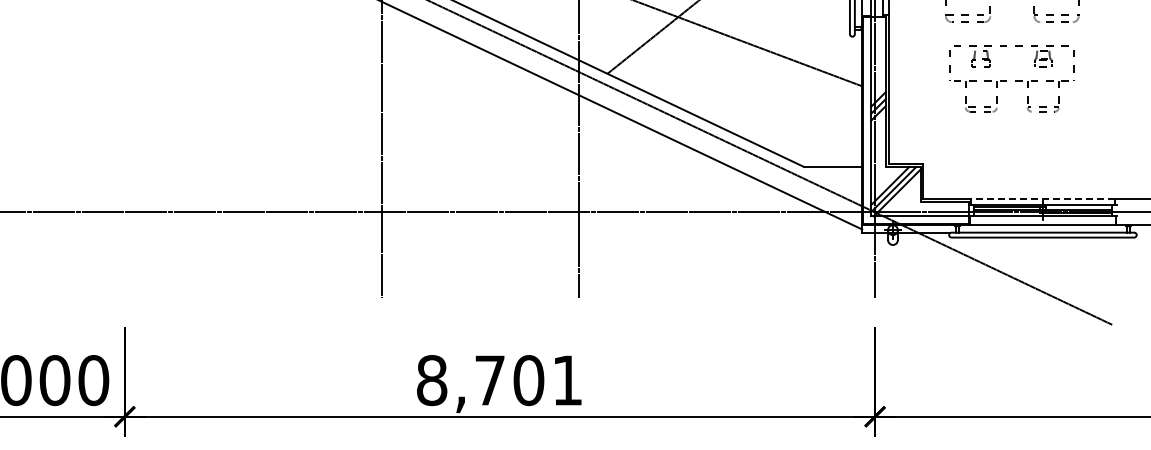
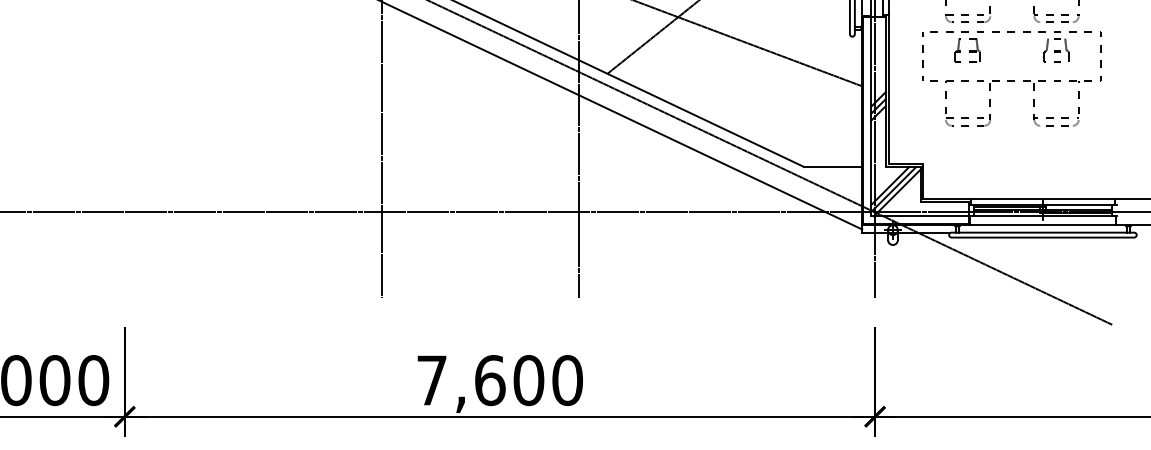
part at (1011, 78) size: 126x68 px -> 180x96 px
line at (1042, 198): dashed -> solid
text at (499, 380): 8,701 -> 7,600
